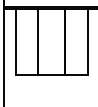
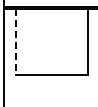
line at (38, 41): present -> none
line at (65, 41): present -> none
line at (15, 42): solid -> dashed
